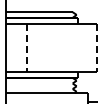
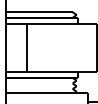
line at (26, 47): dashed -> solid
line at (97, 47): dashed -> solid
